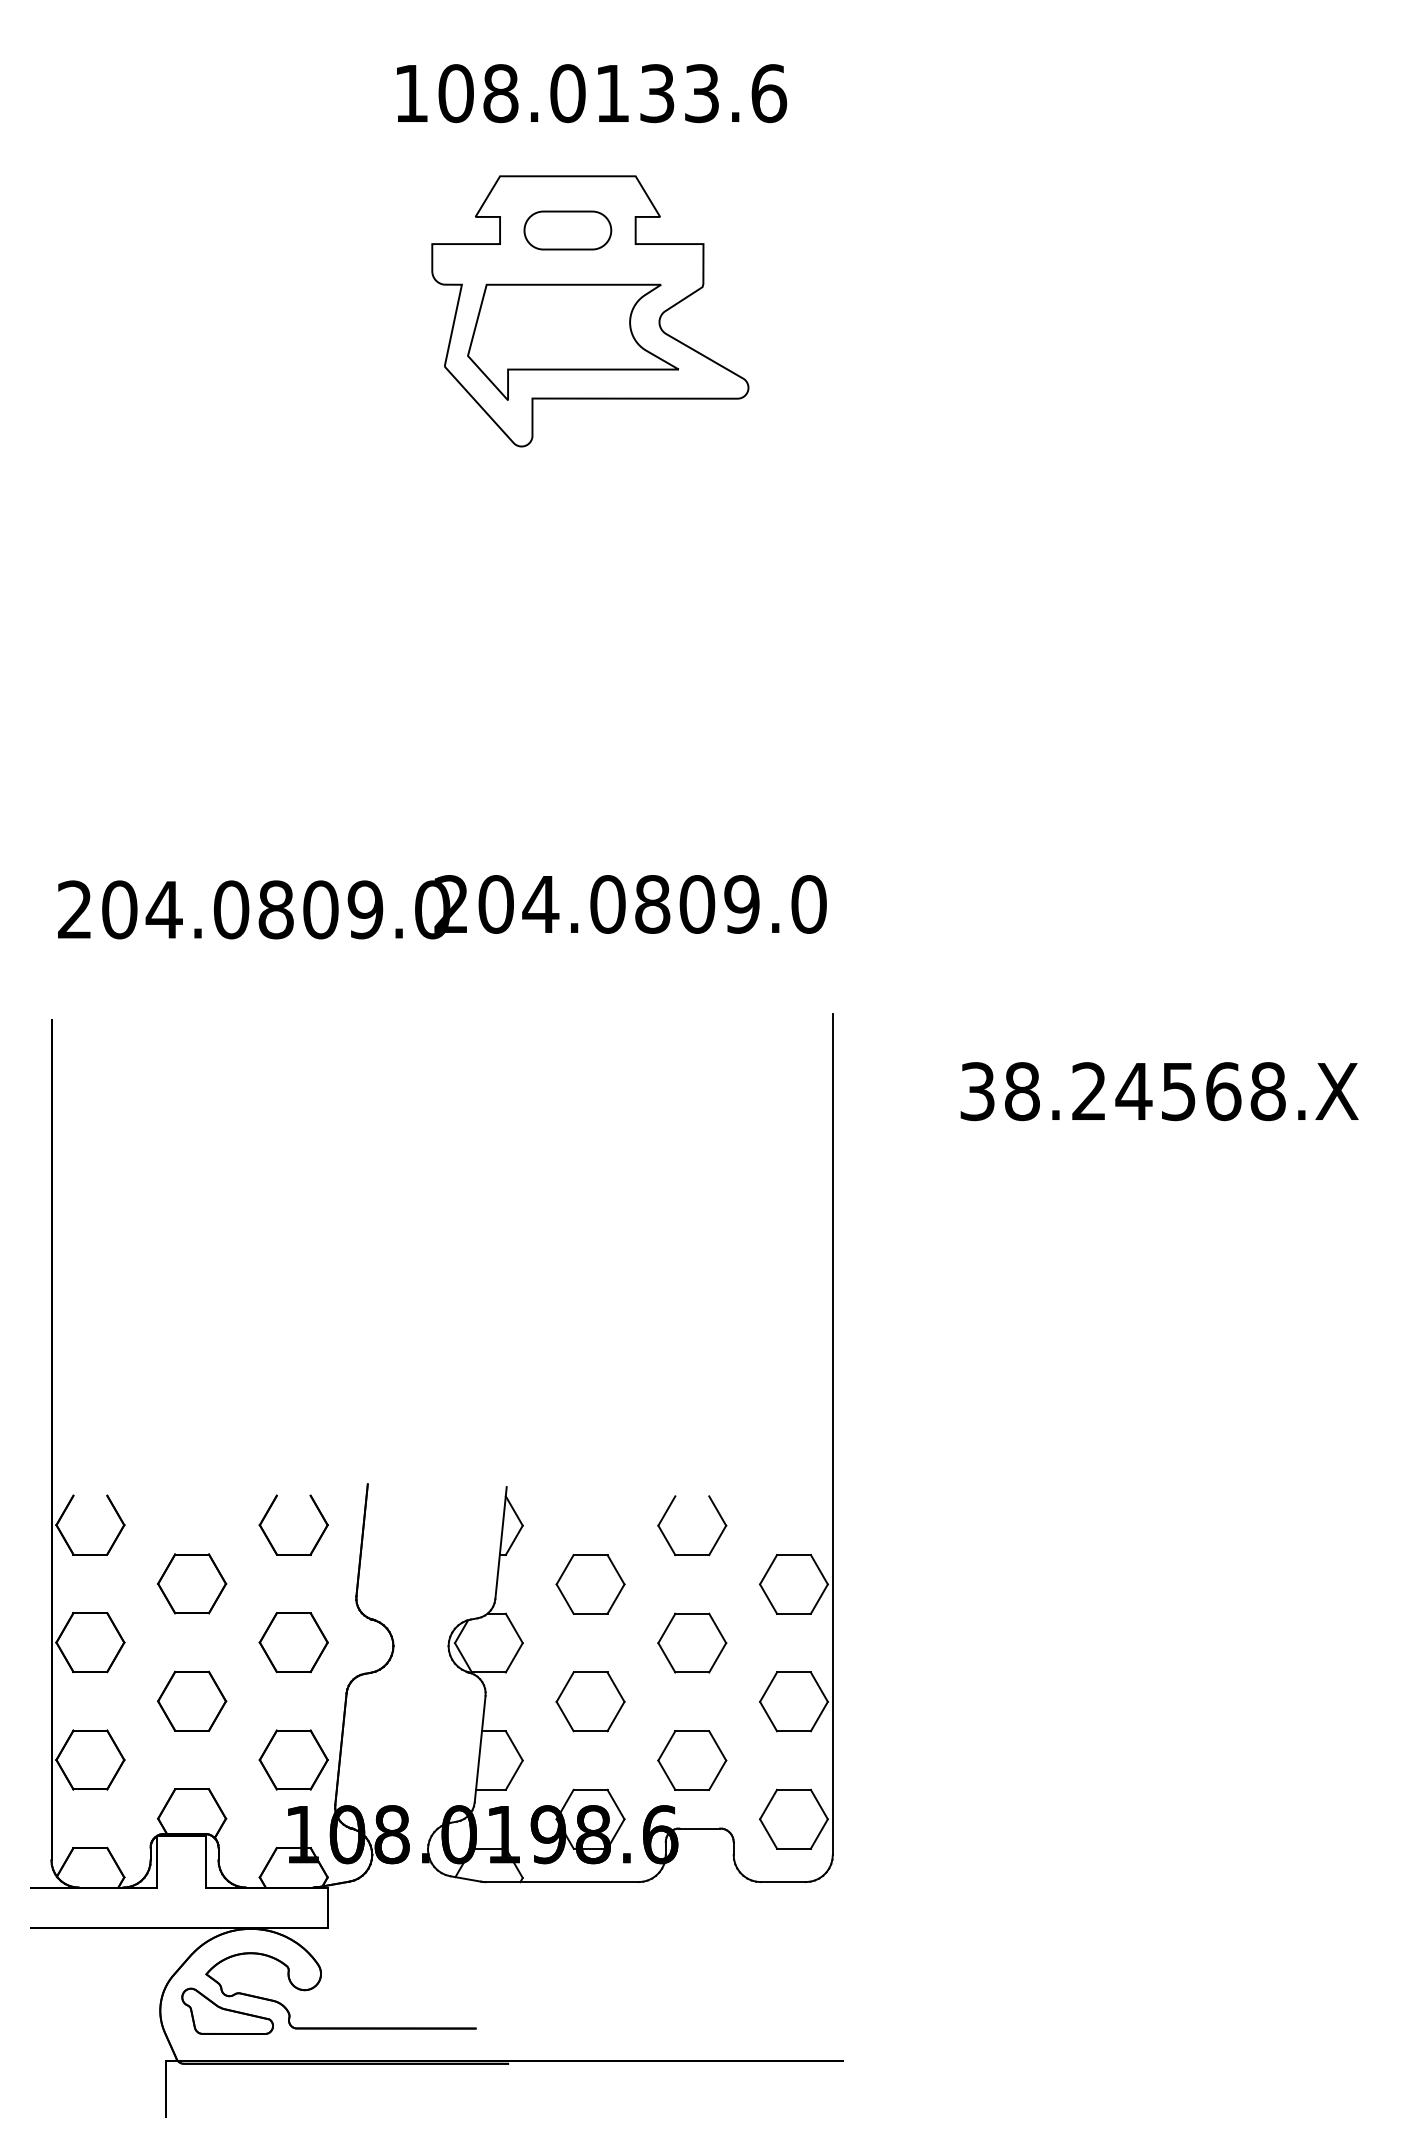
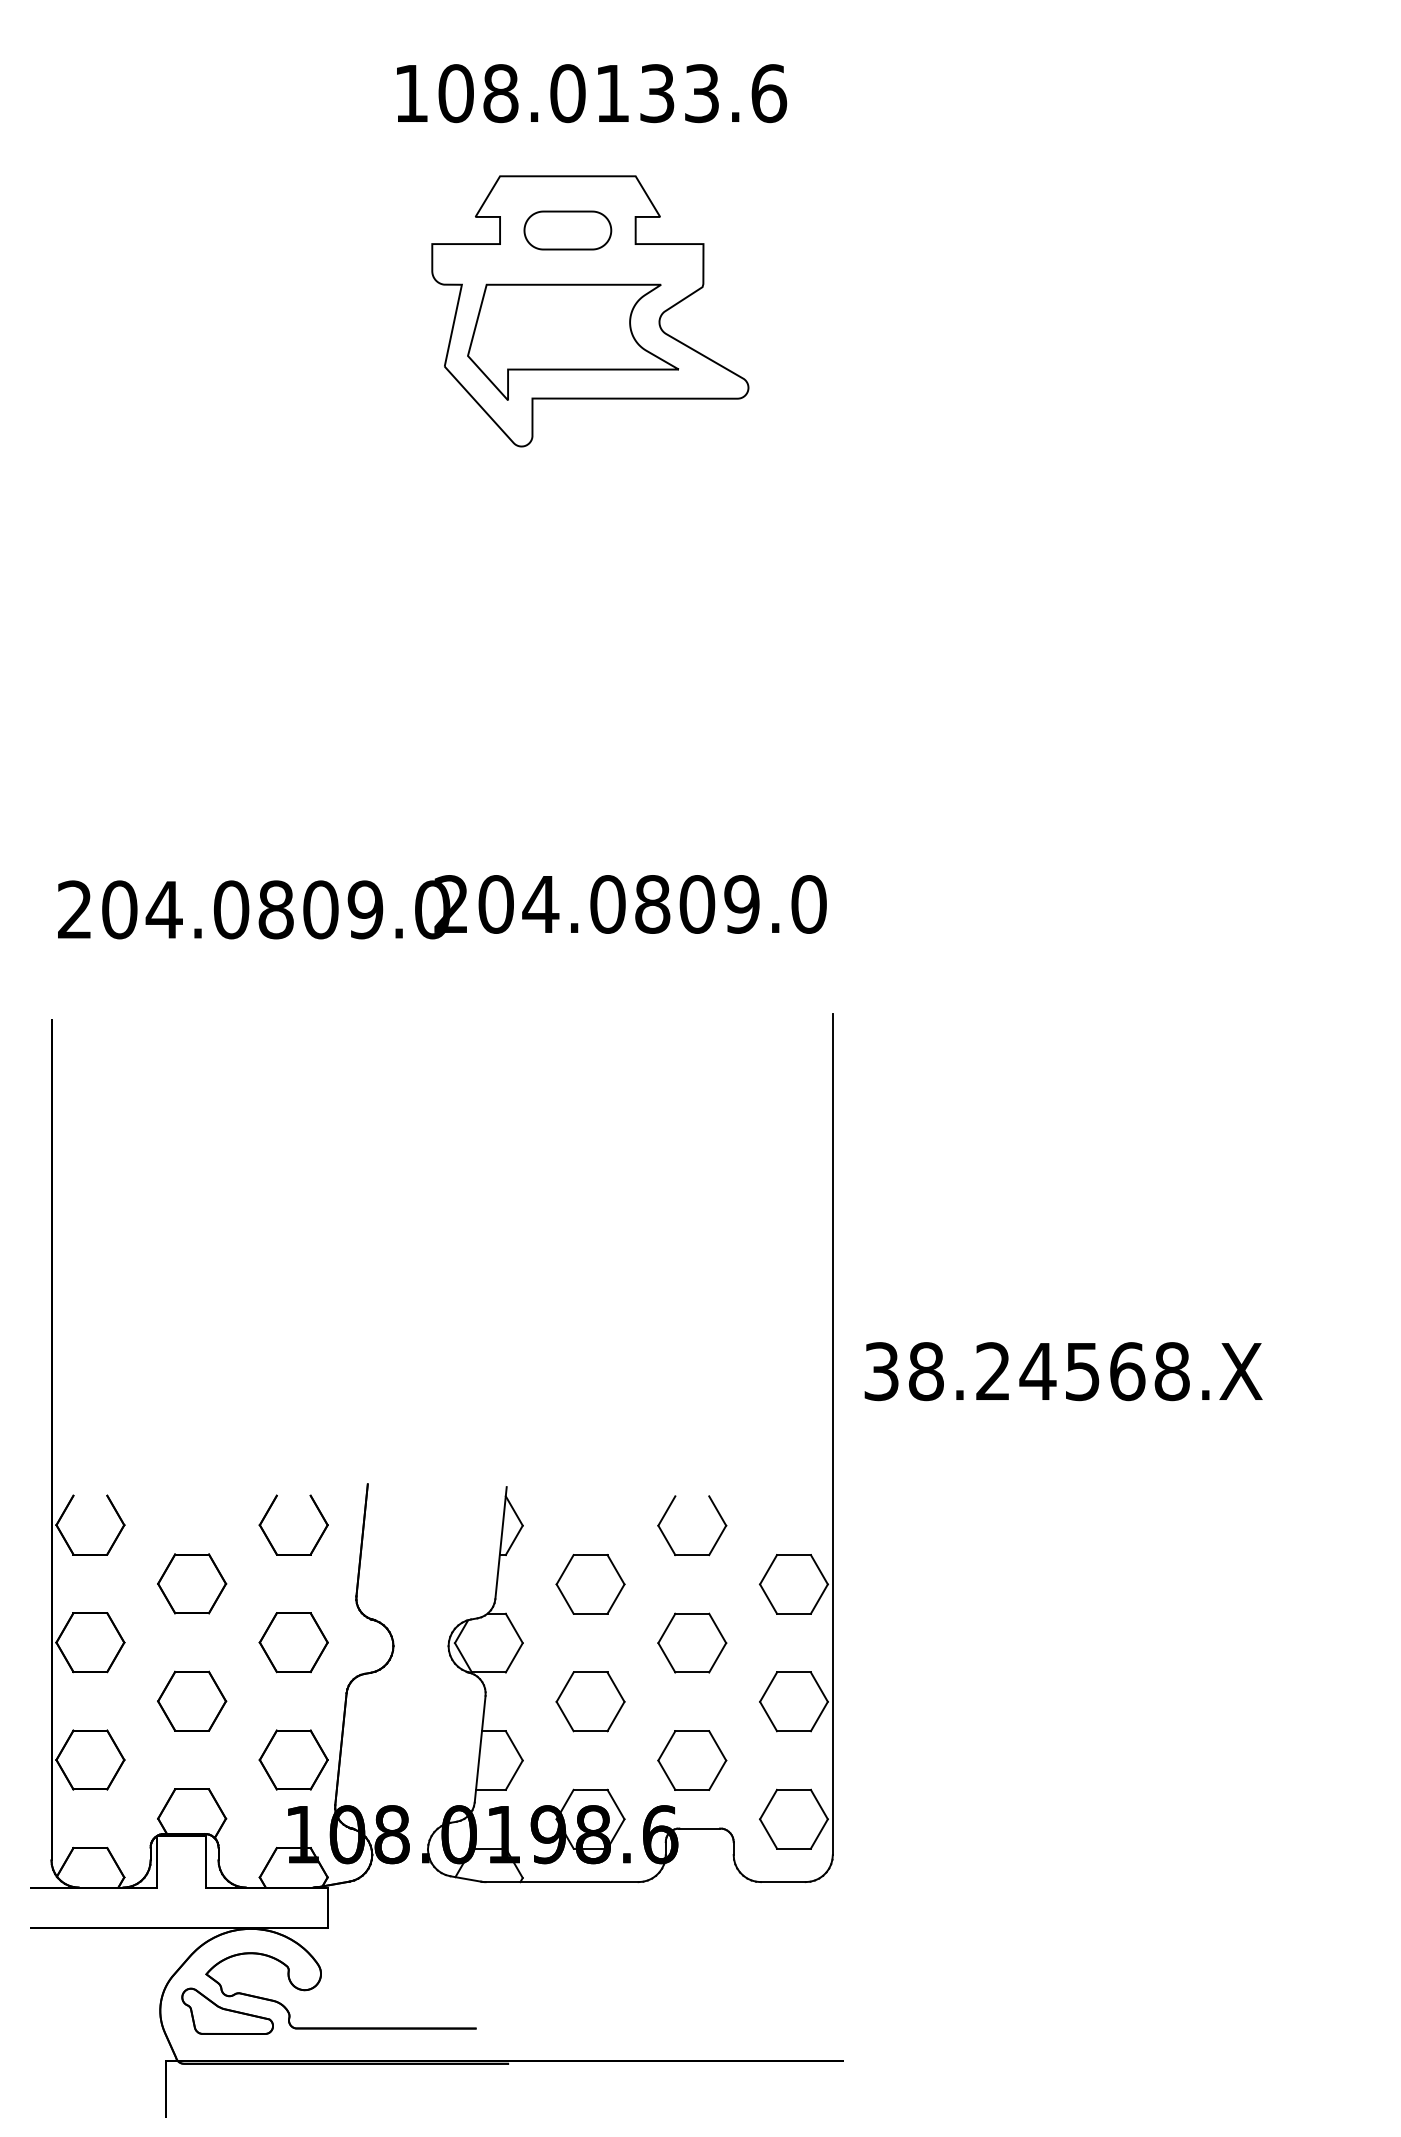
text at (1159, 1091) position: (1159, 1091) -> (1063, 1371)
